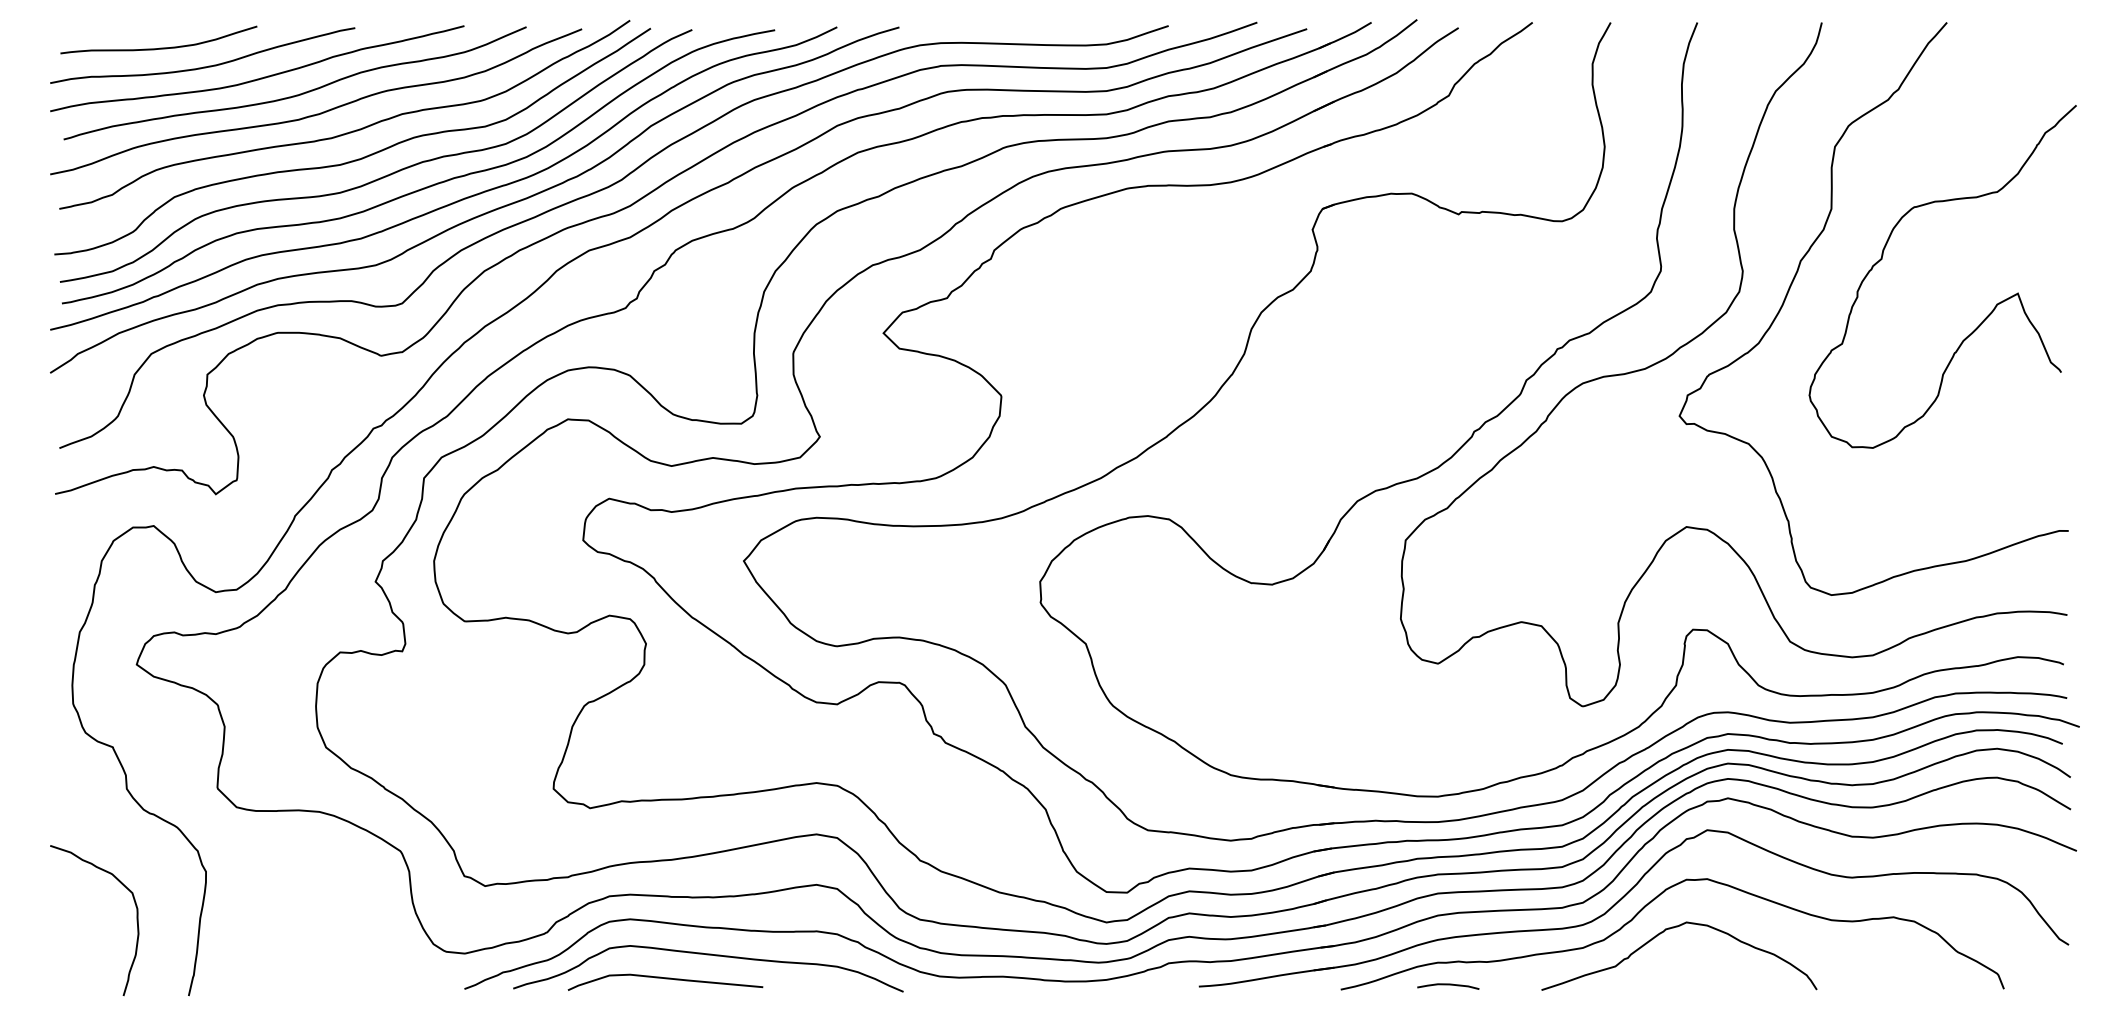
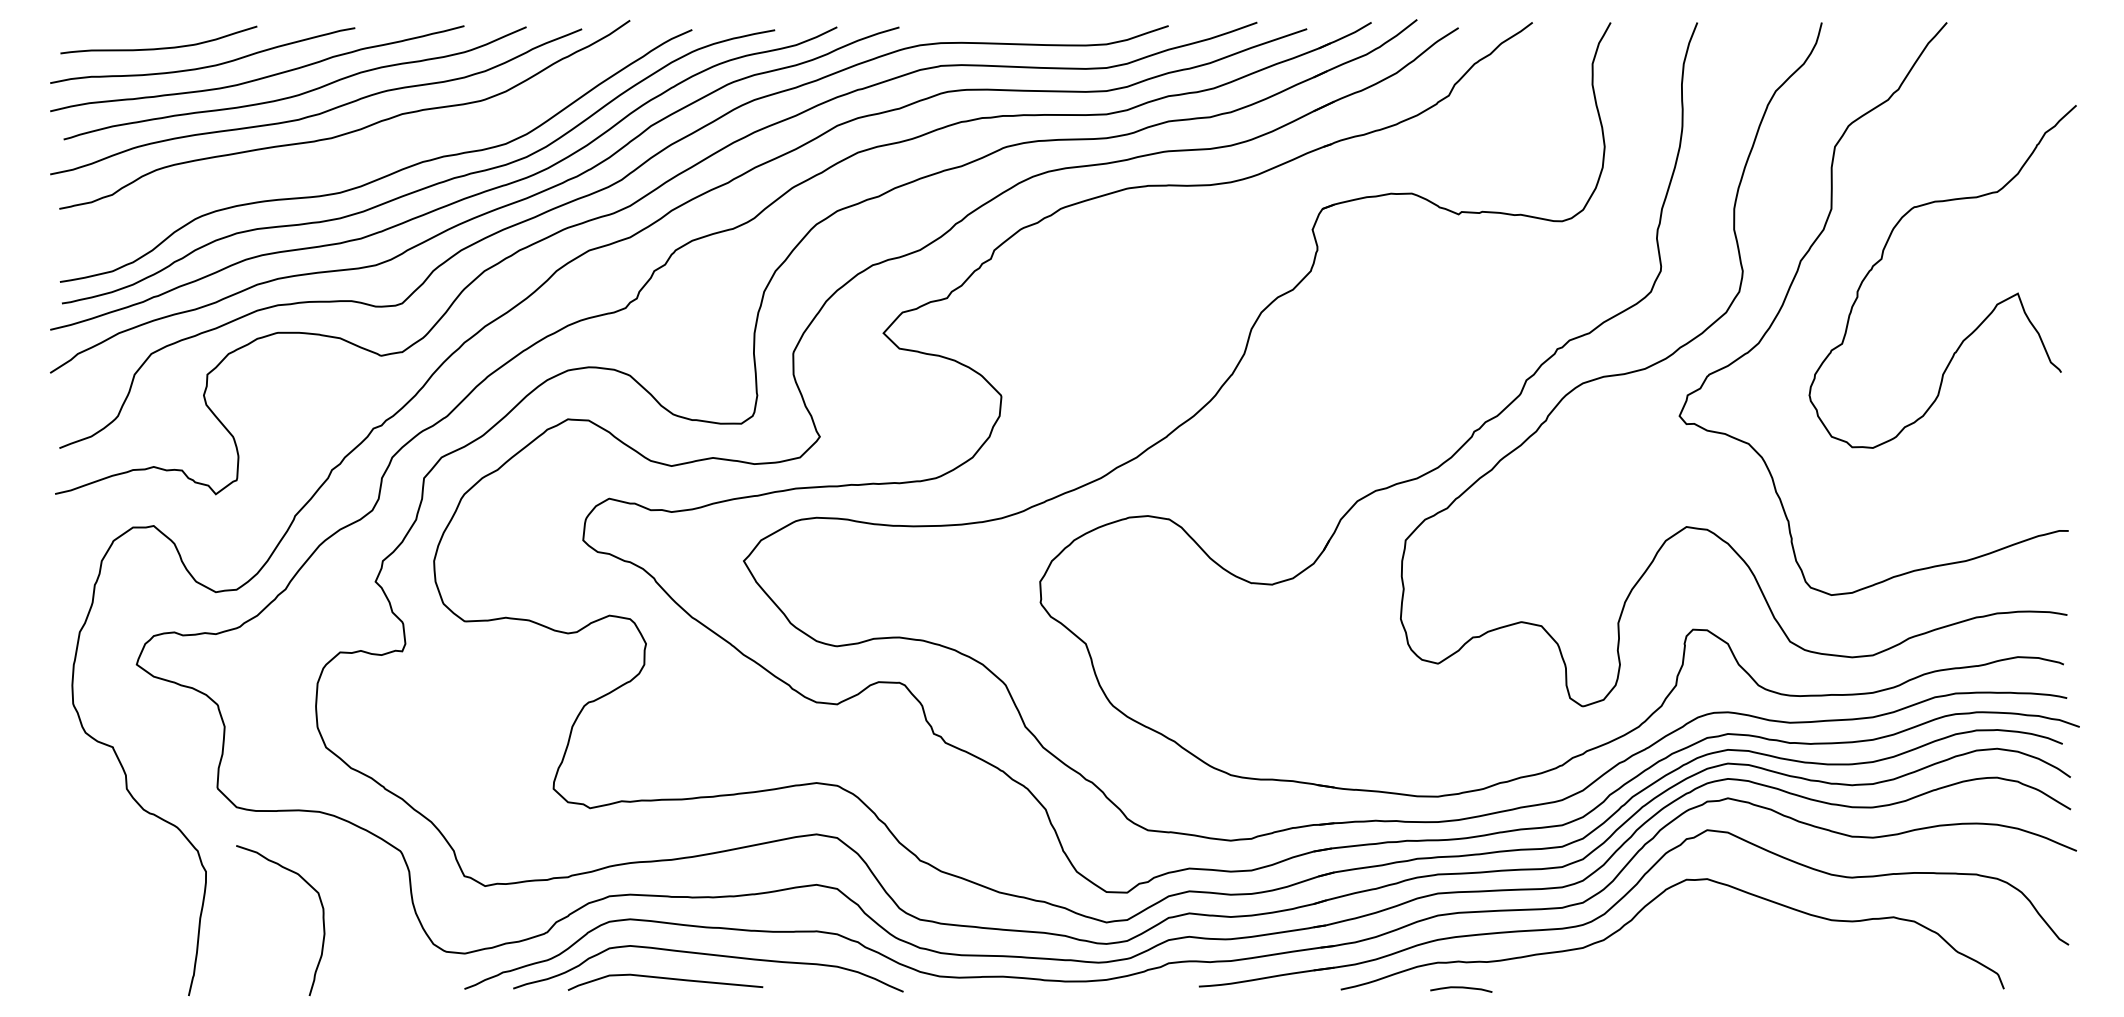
curve at (358, 158): present -> none
curve at (136, 920) position: (136, 920) -> (322, 920)
curve at (1670, 929): present -> none
curve at (1448, 985) position: (1448, 985) -> (1461, 988)
